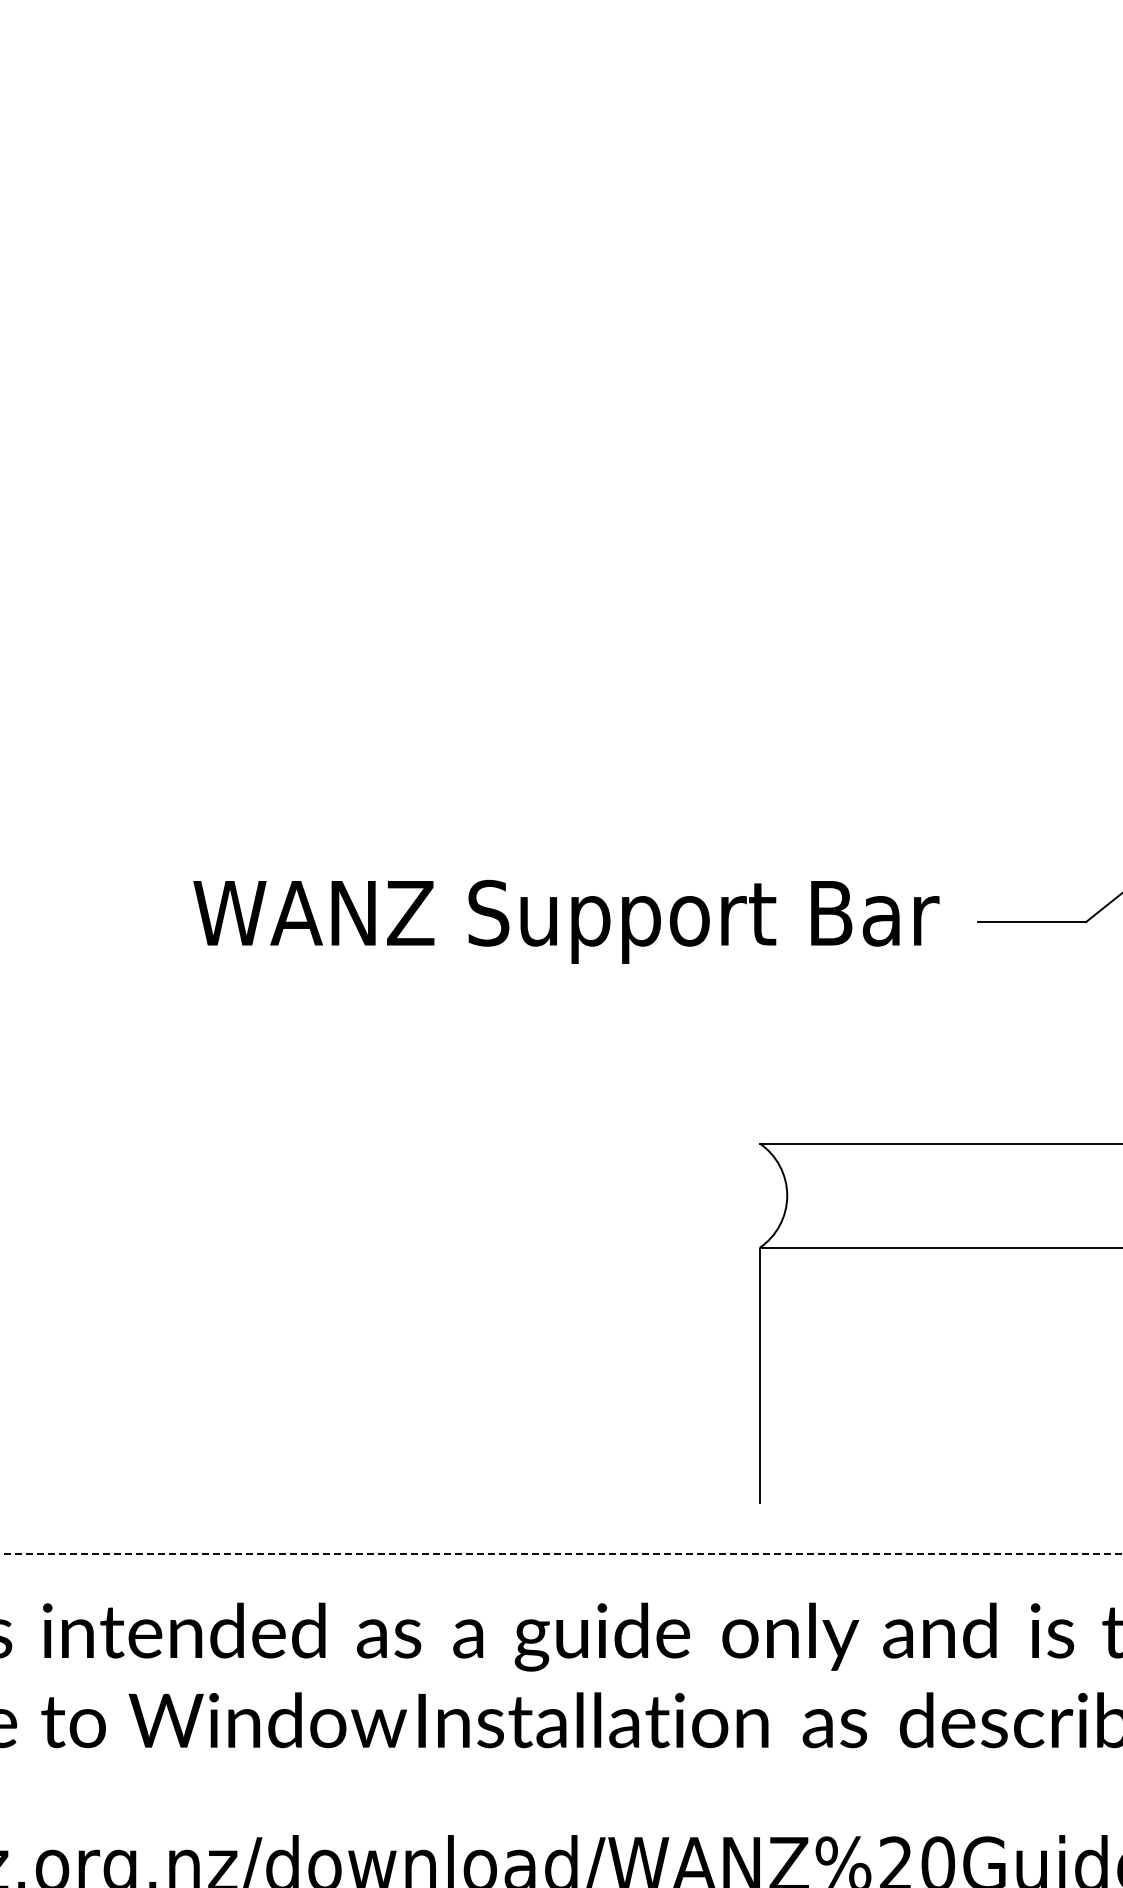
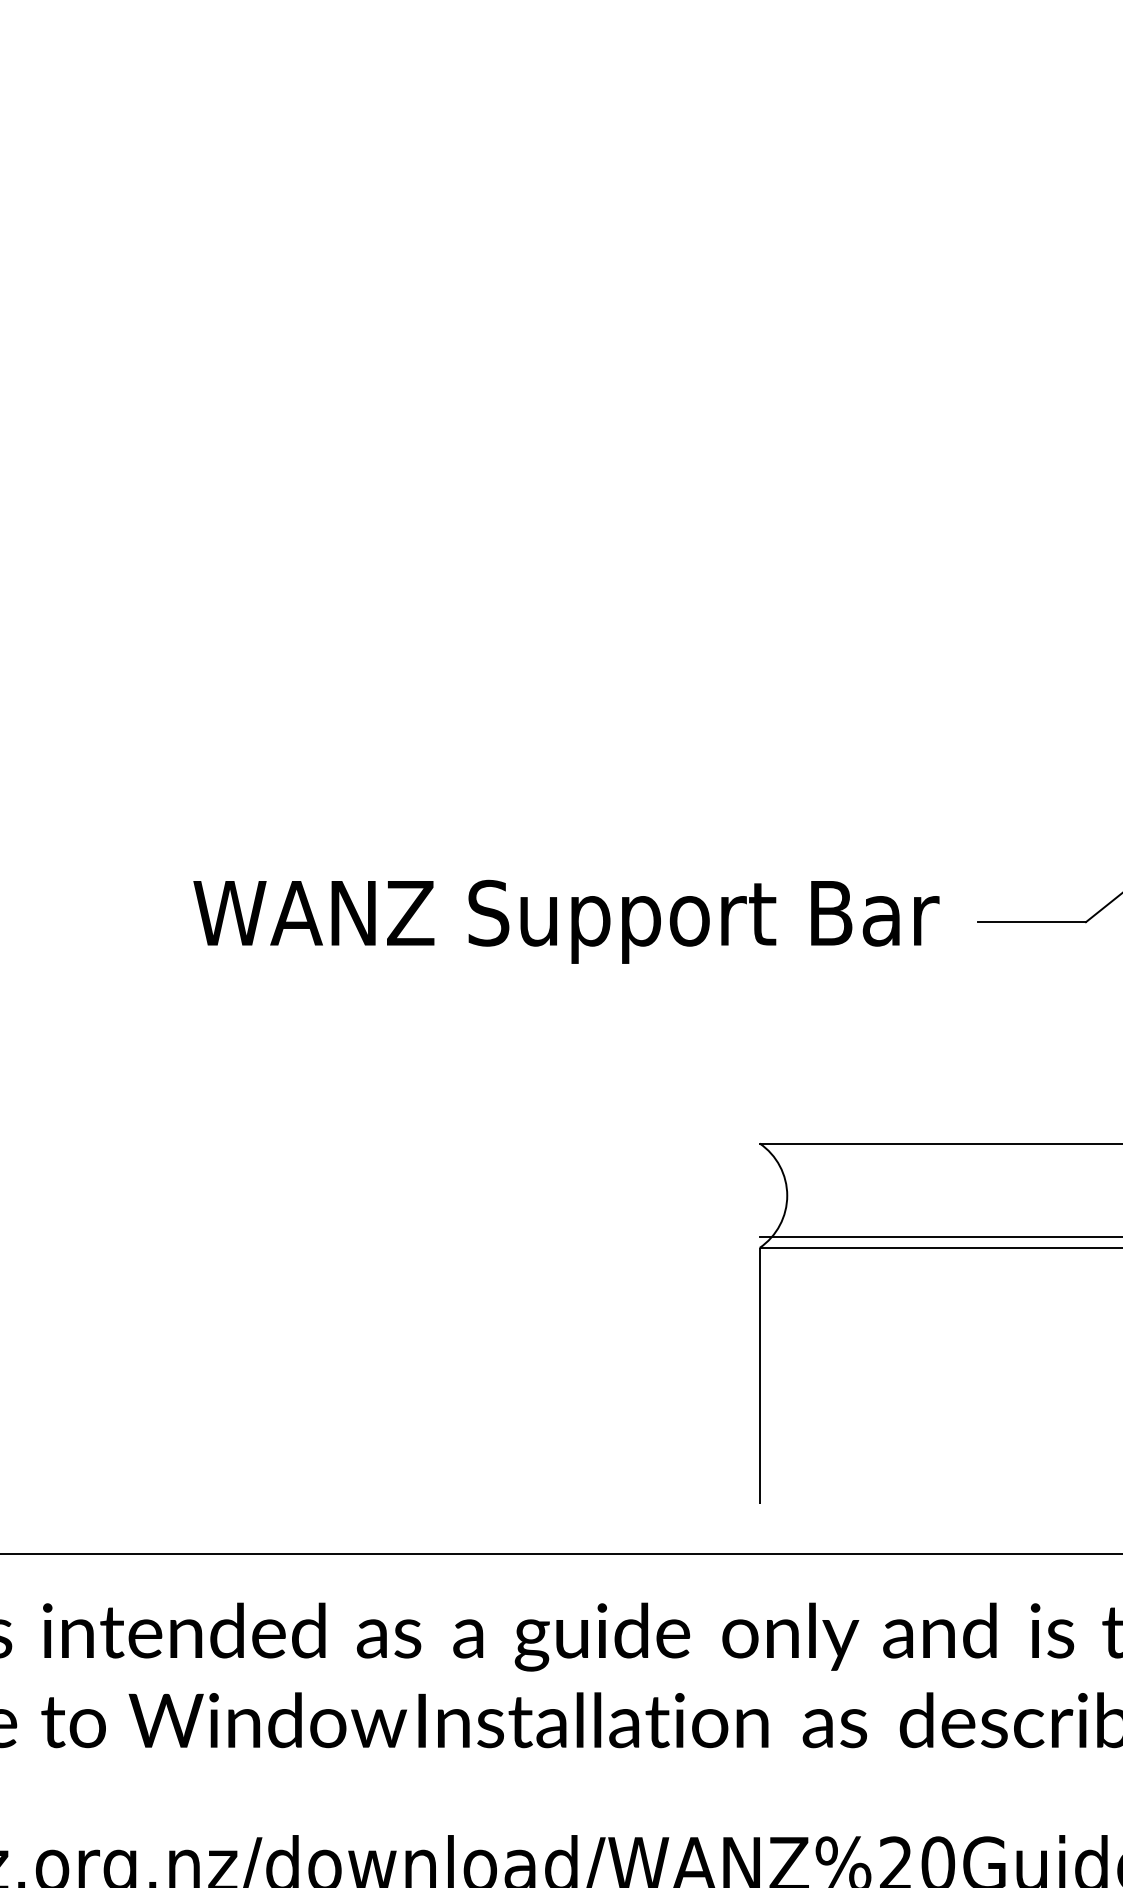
line at (939, 1237): none -> present
line at (561, 1553): dashed -> solid
